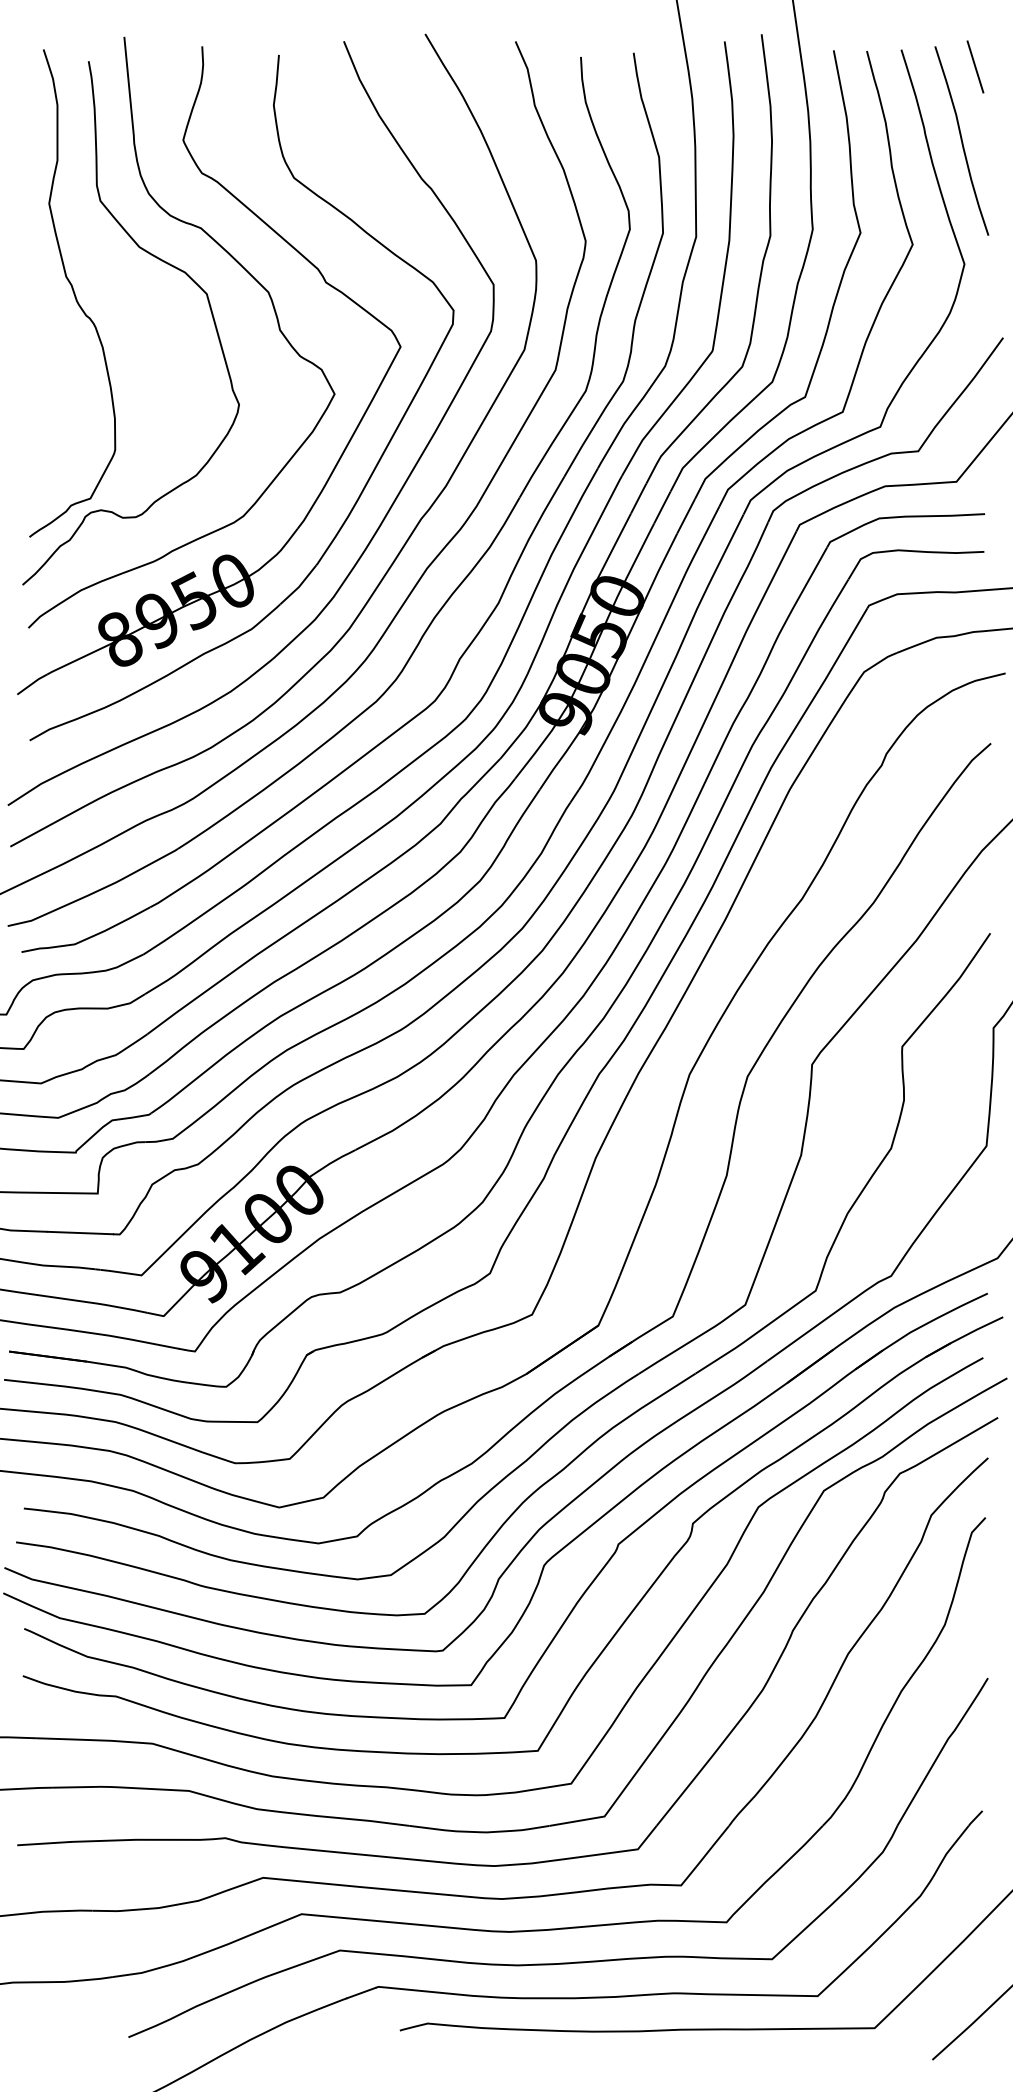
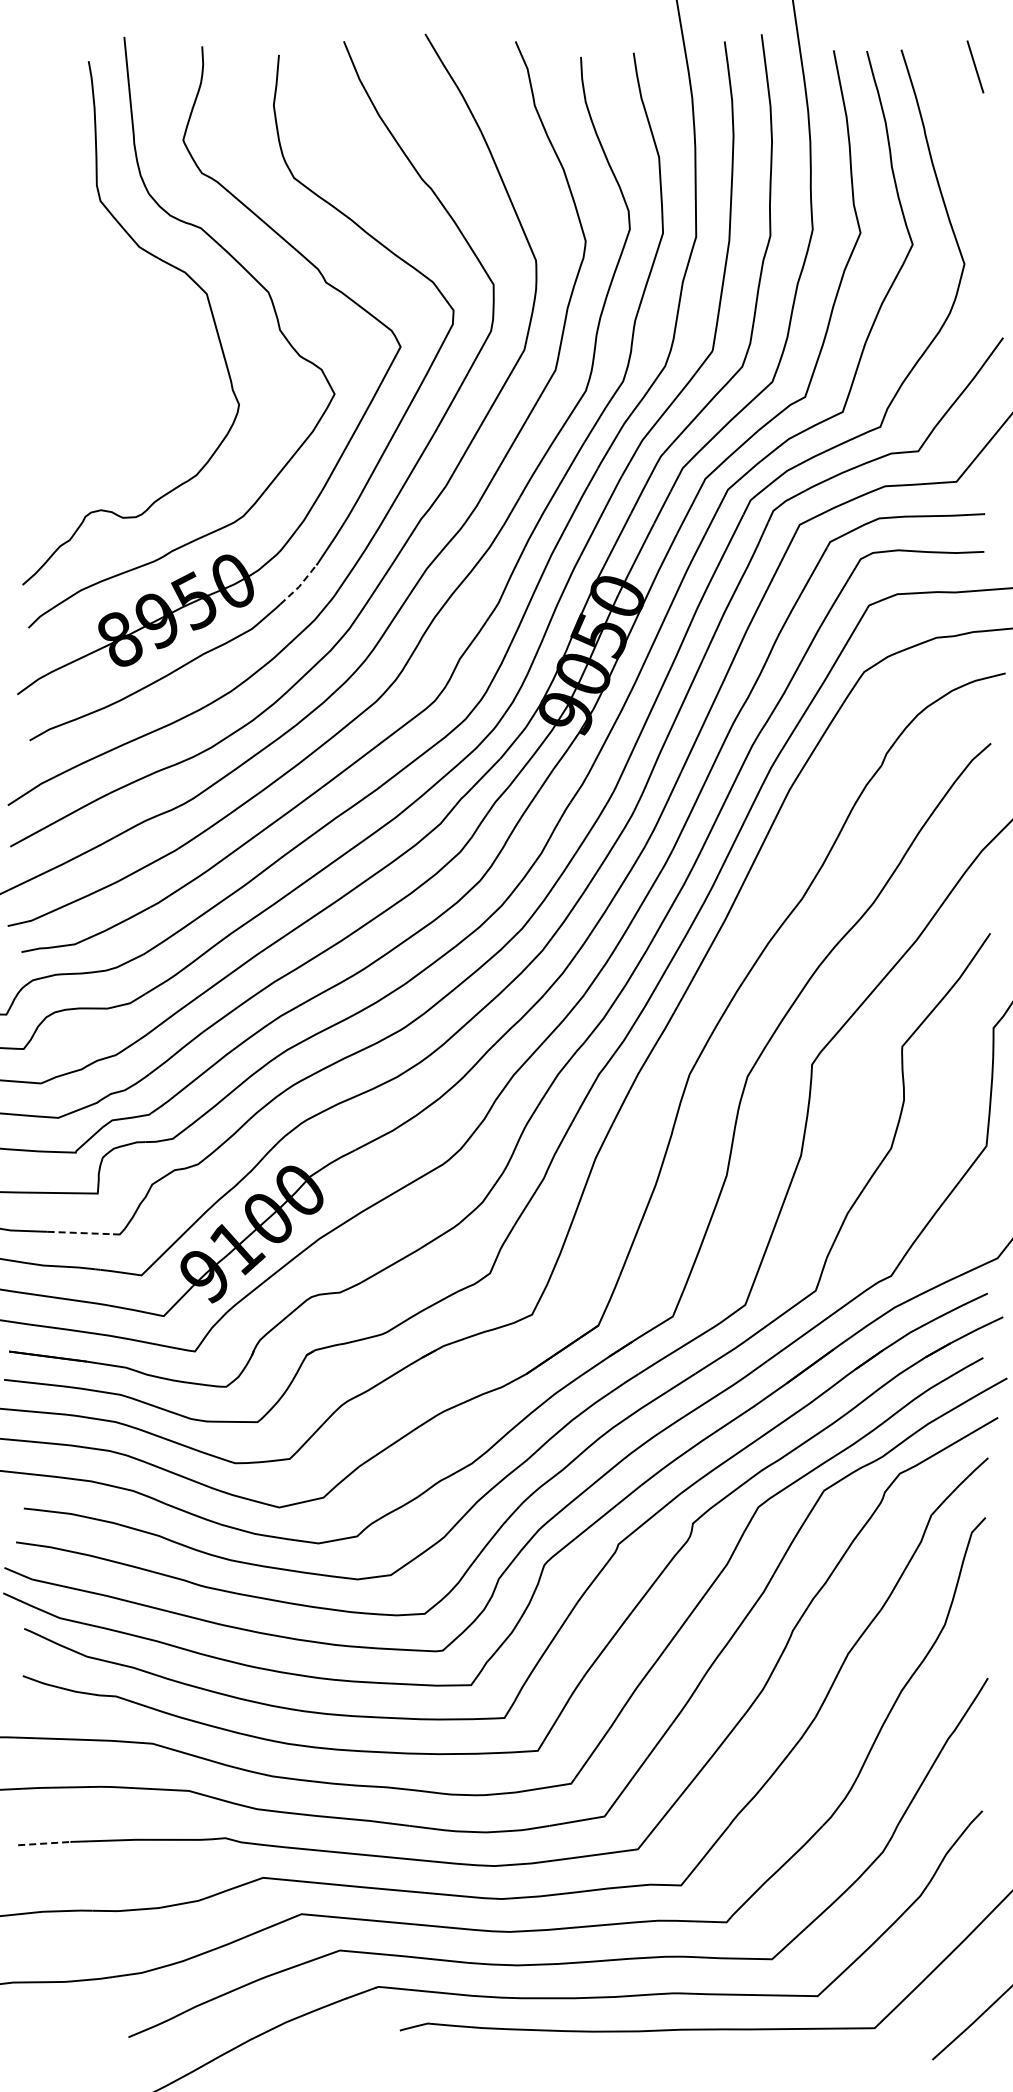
curve at (961, 140): present -> none
curve at (73, 293): present -> none
line at (299, 586): solid -> dashed
line at (80, 1233): solid -> dashed
line at (44, 1843): solid -> dashed
